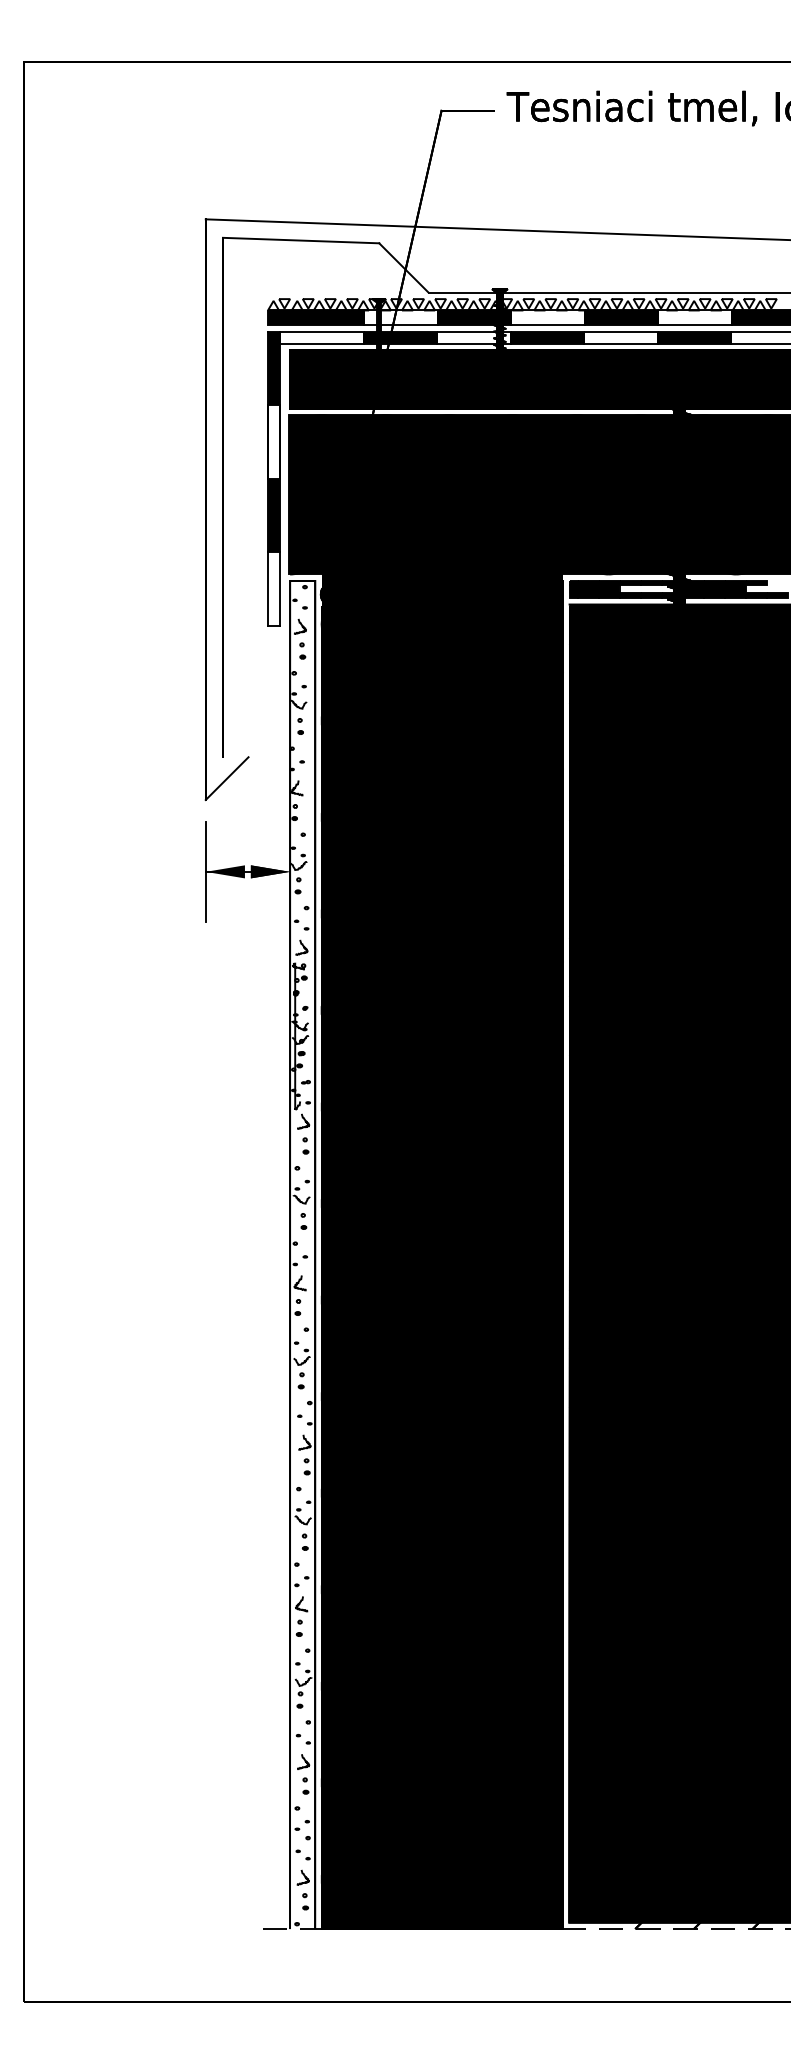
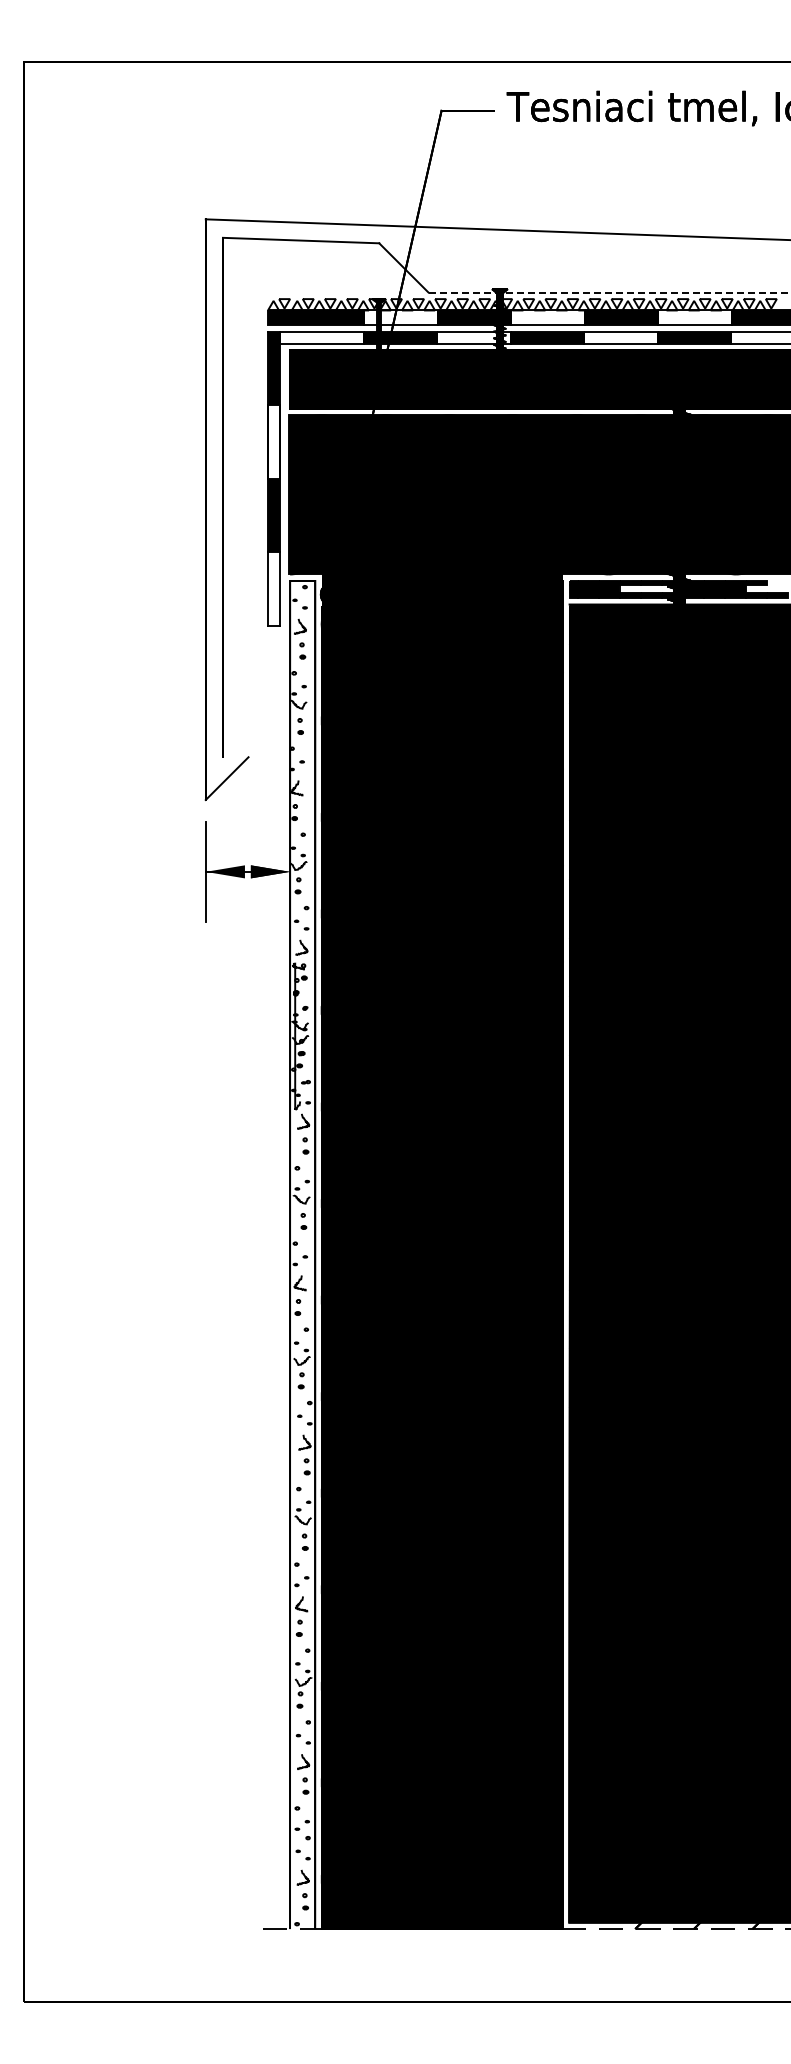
line at (609, 292): solid -> dashed
